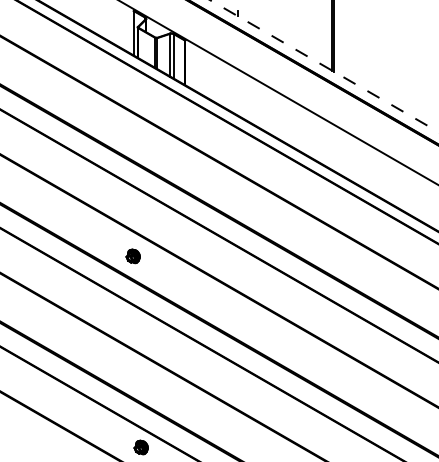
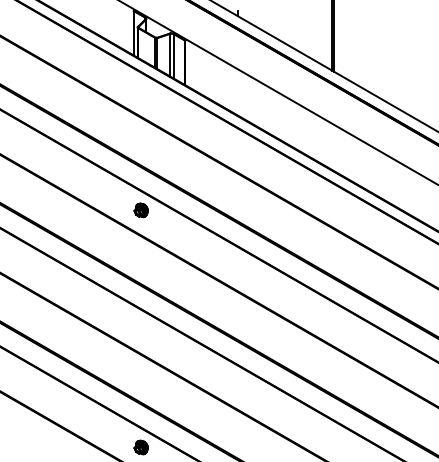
line at (324, 66): dashed -> solid
part at (132, 256) position: (132, 256) -> (140, 210)
